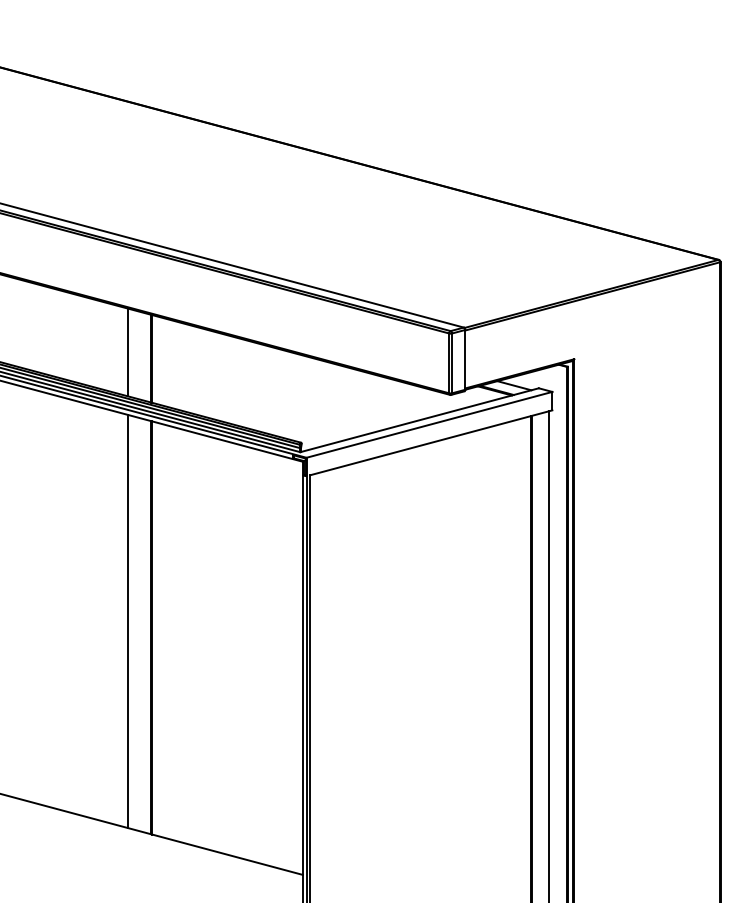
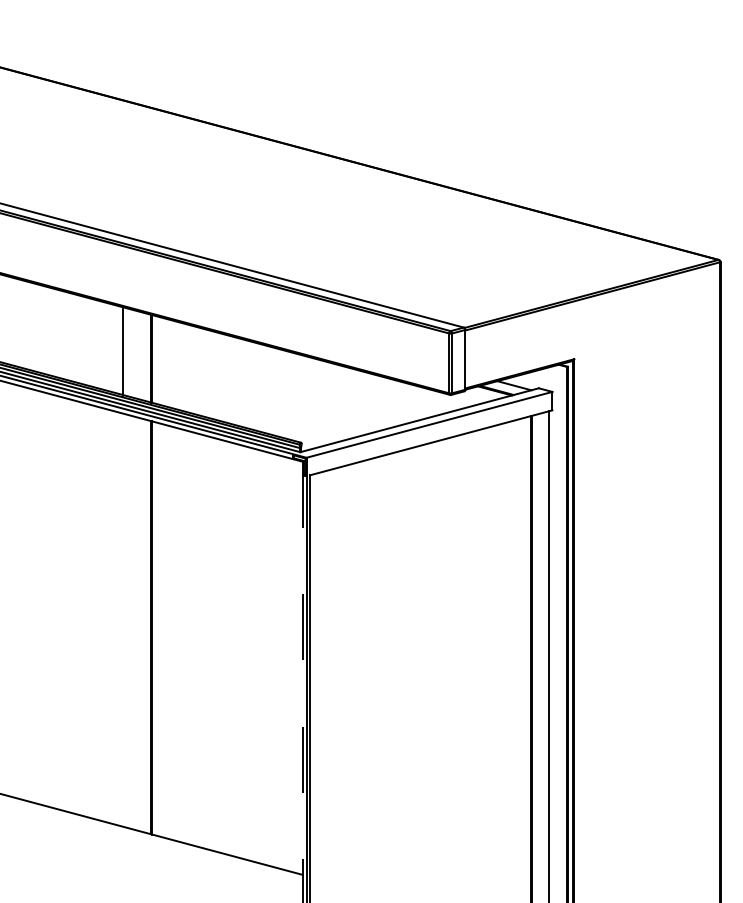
line at (128, 352) position: (128, 352) -> (123, 352)
line at (128, 621): present -> none
line at (302, 682): solid -> dashed
